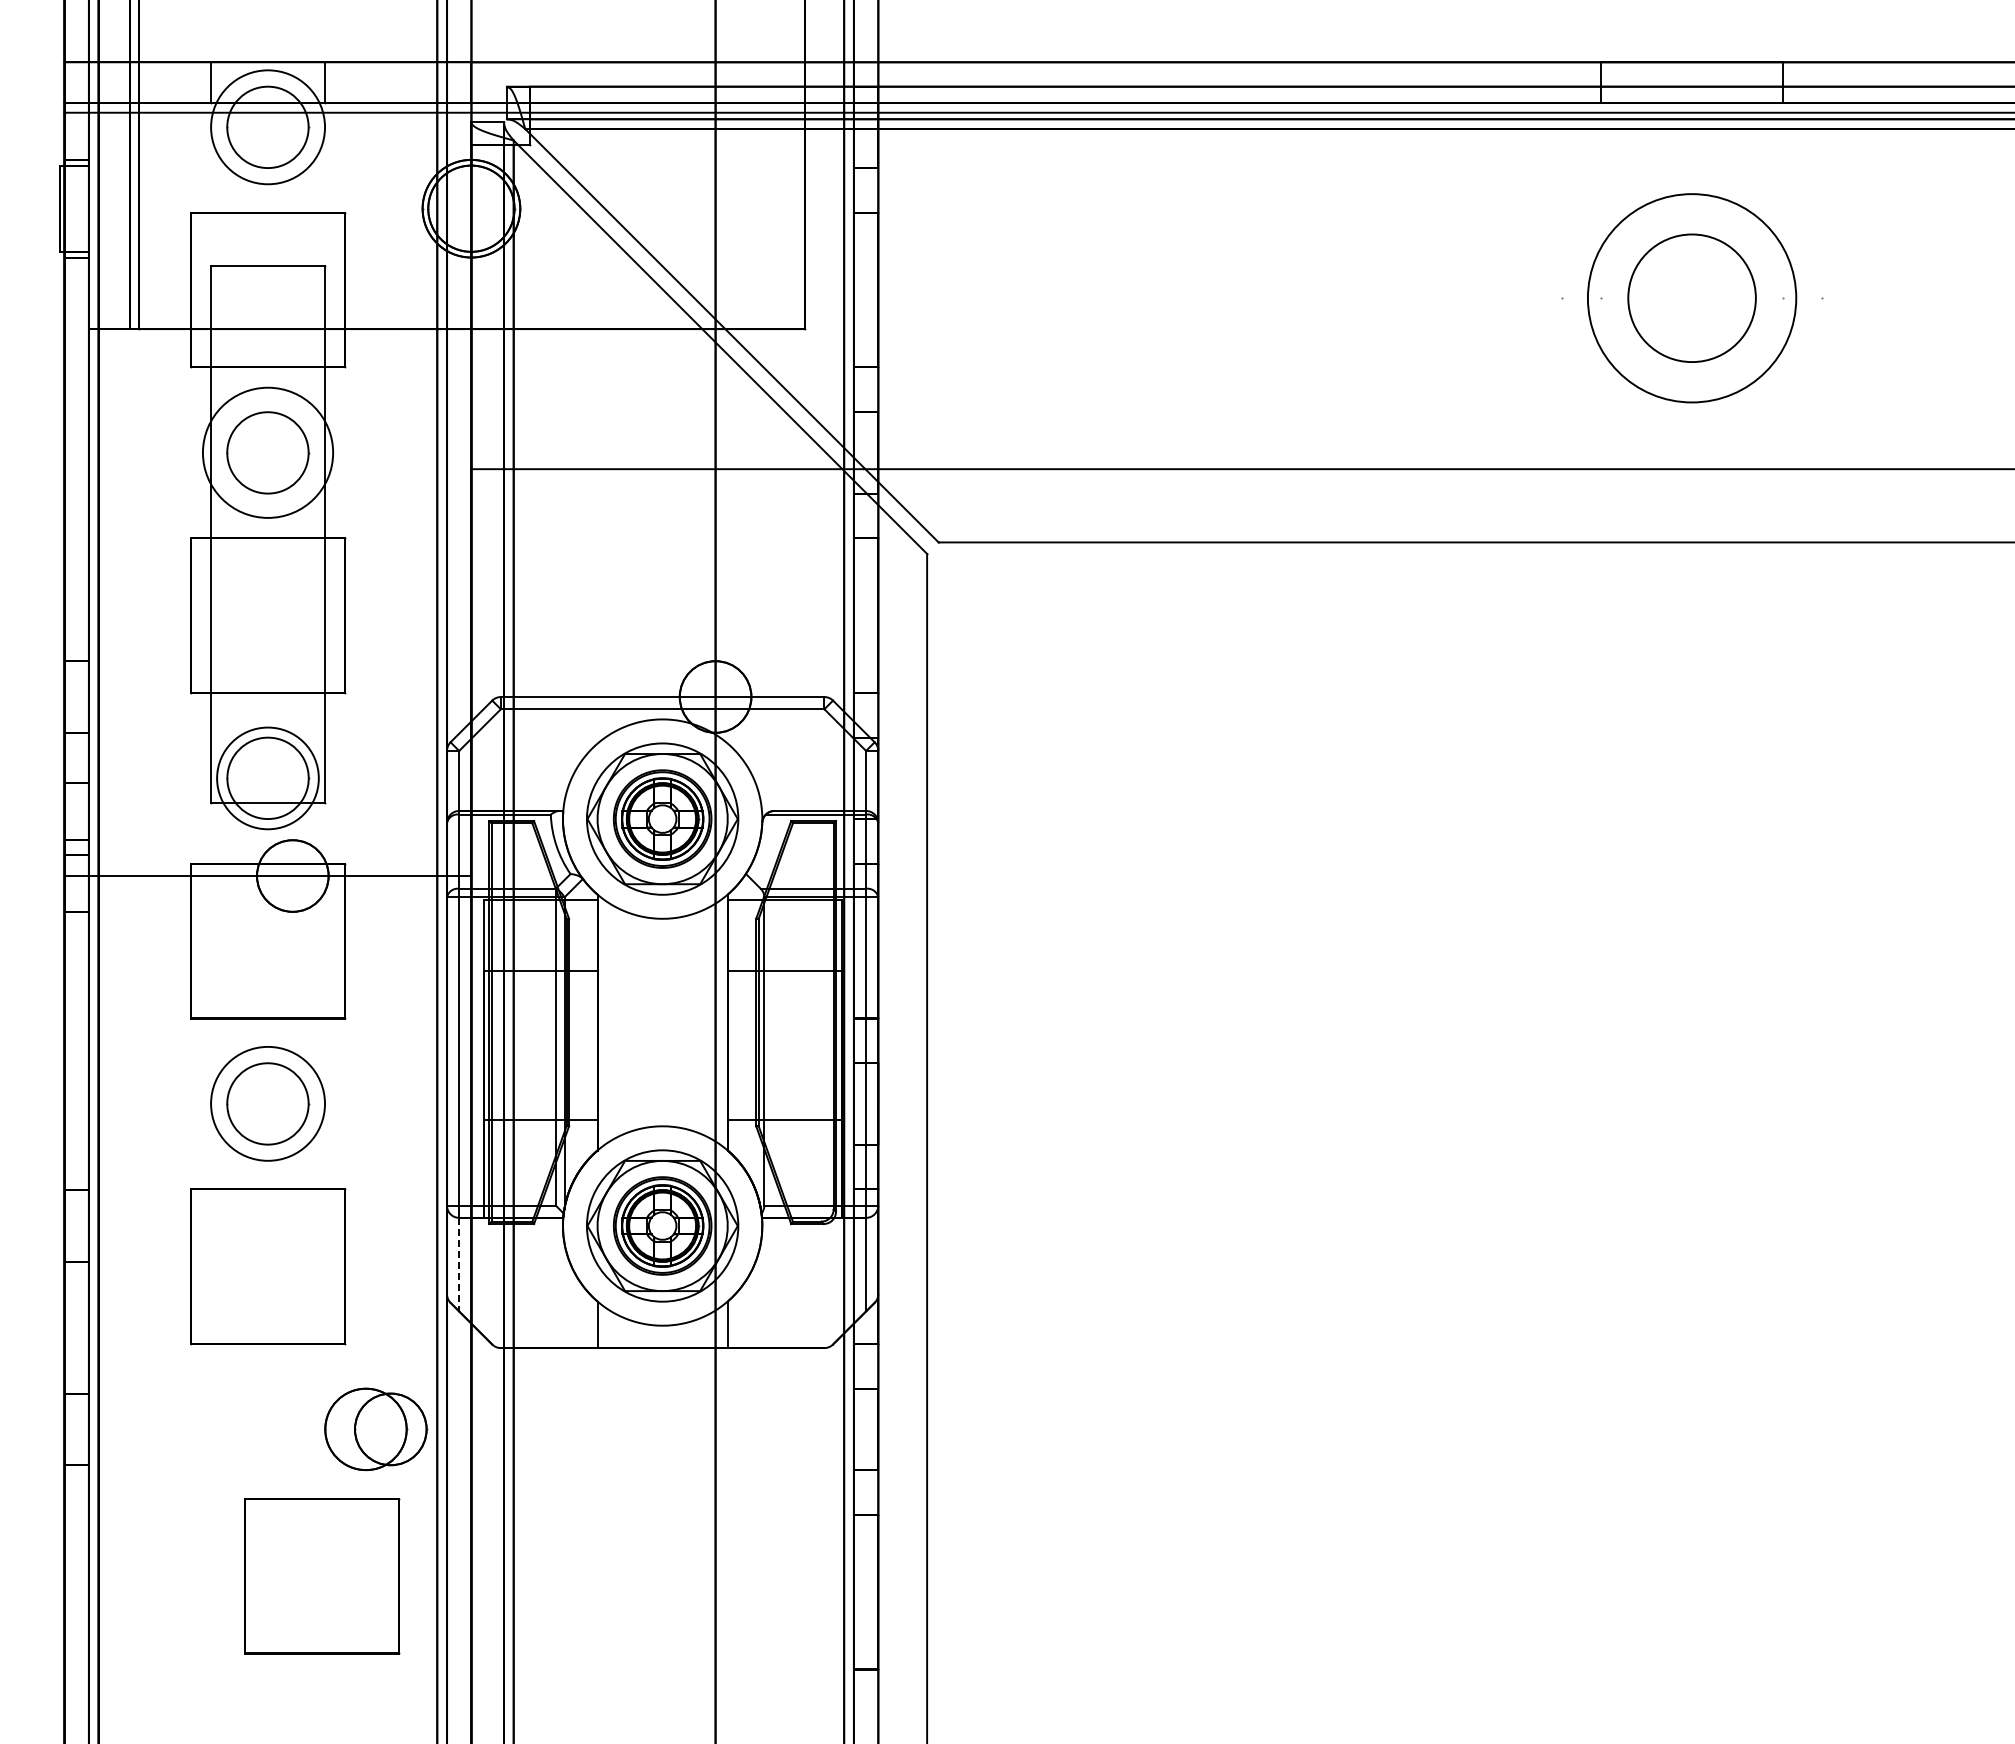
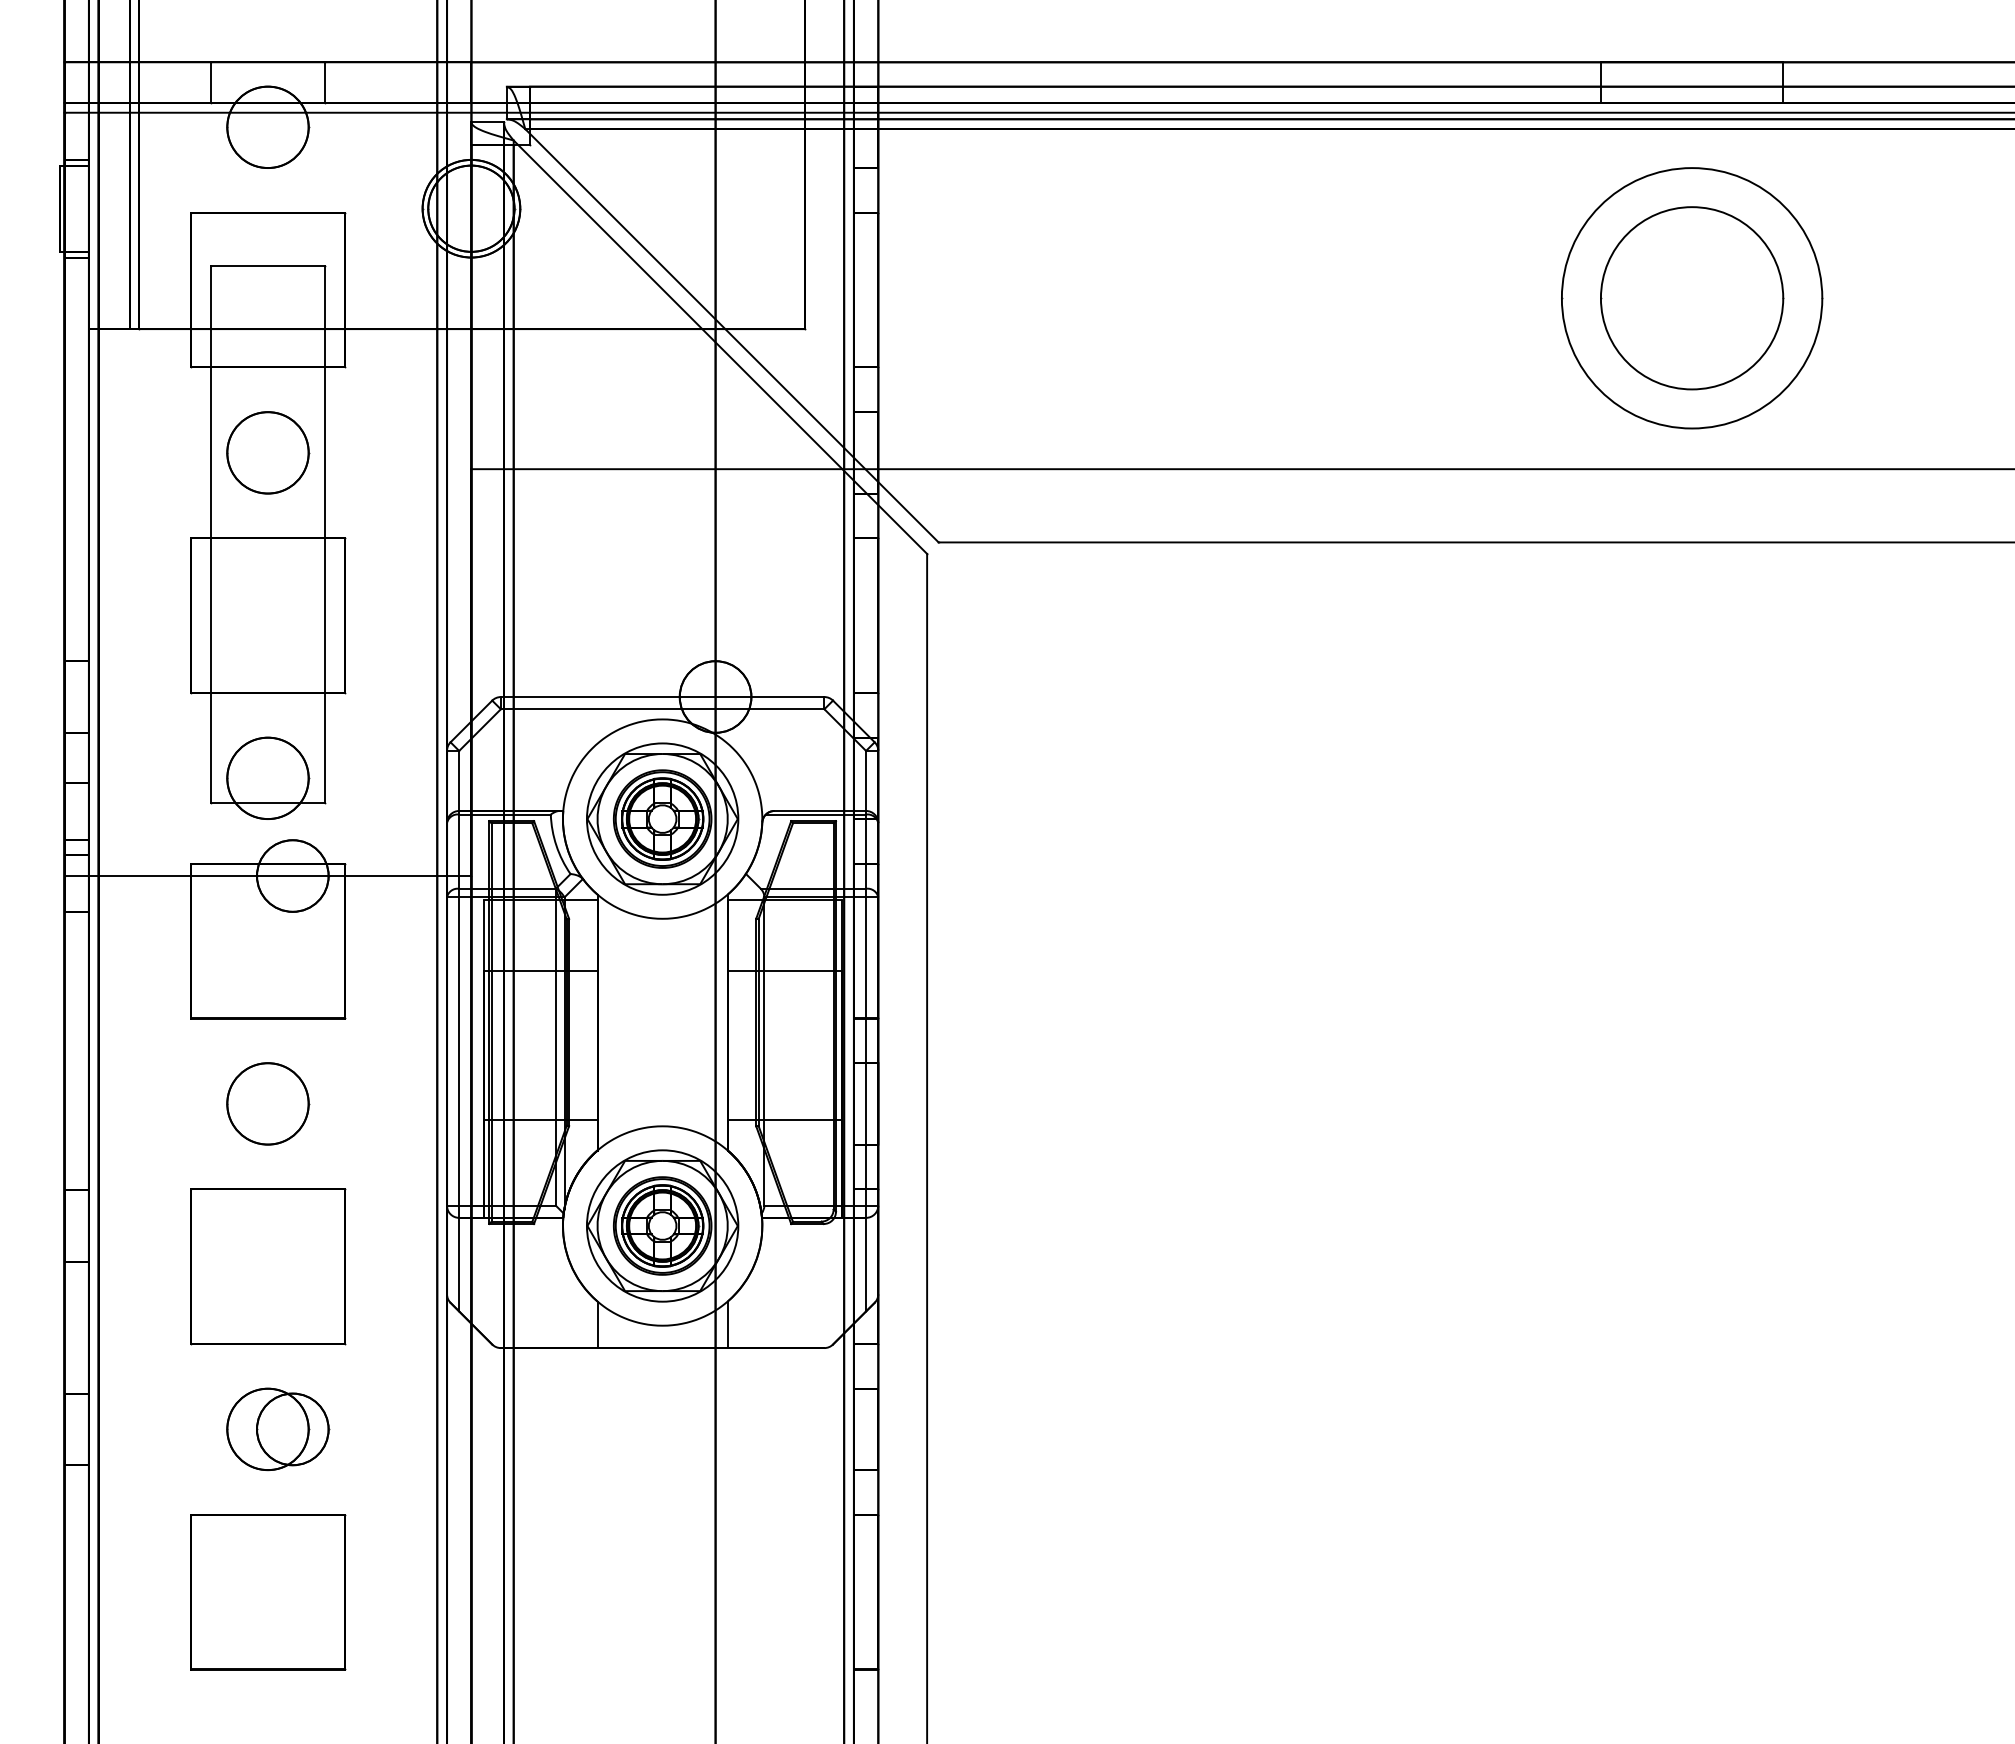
circle at (268, 127) diameter: 114 px -> 81 px
circle at (1691, 298) diameter: 128 px -> 182 px
circle at (1691, 298) diameter: 208 px -> 260 px
circle at (267, 452) diameter: 130 px -> 81 px
circle at (267, 778) diameter: 102 px -> 81 px
circle at (268, 1103) diameter: 114 px -> 81 px
line at (459, 1264): dashed -> solid
part at (376, 1429) position: (376, 1429) -> (278, 1429)
part at (322, 1576) position: (322, 1576) -> (268, 1592)
